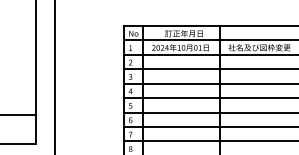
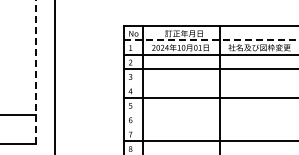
line at (211, 40): solid -> dashed
line at (36, 71): solid -> dashed
line at (209, 83): present -> none
line at (209, 112): present -> none
line at (209, 126): present -> none
